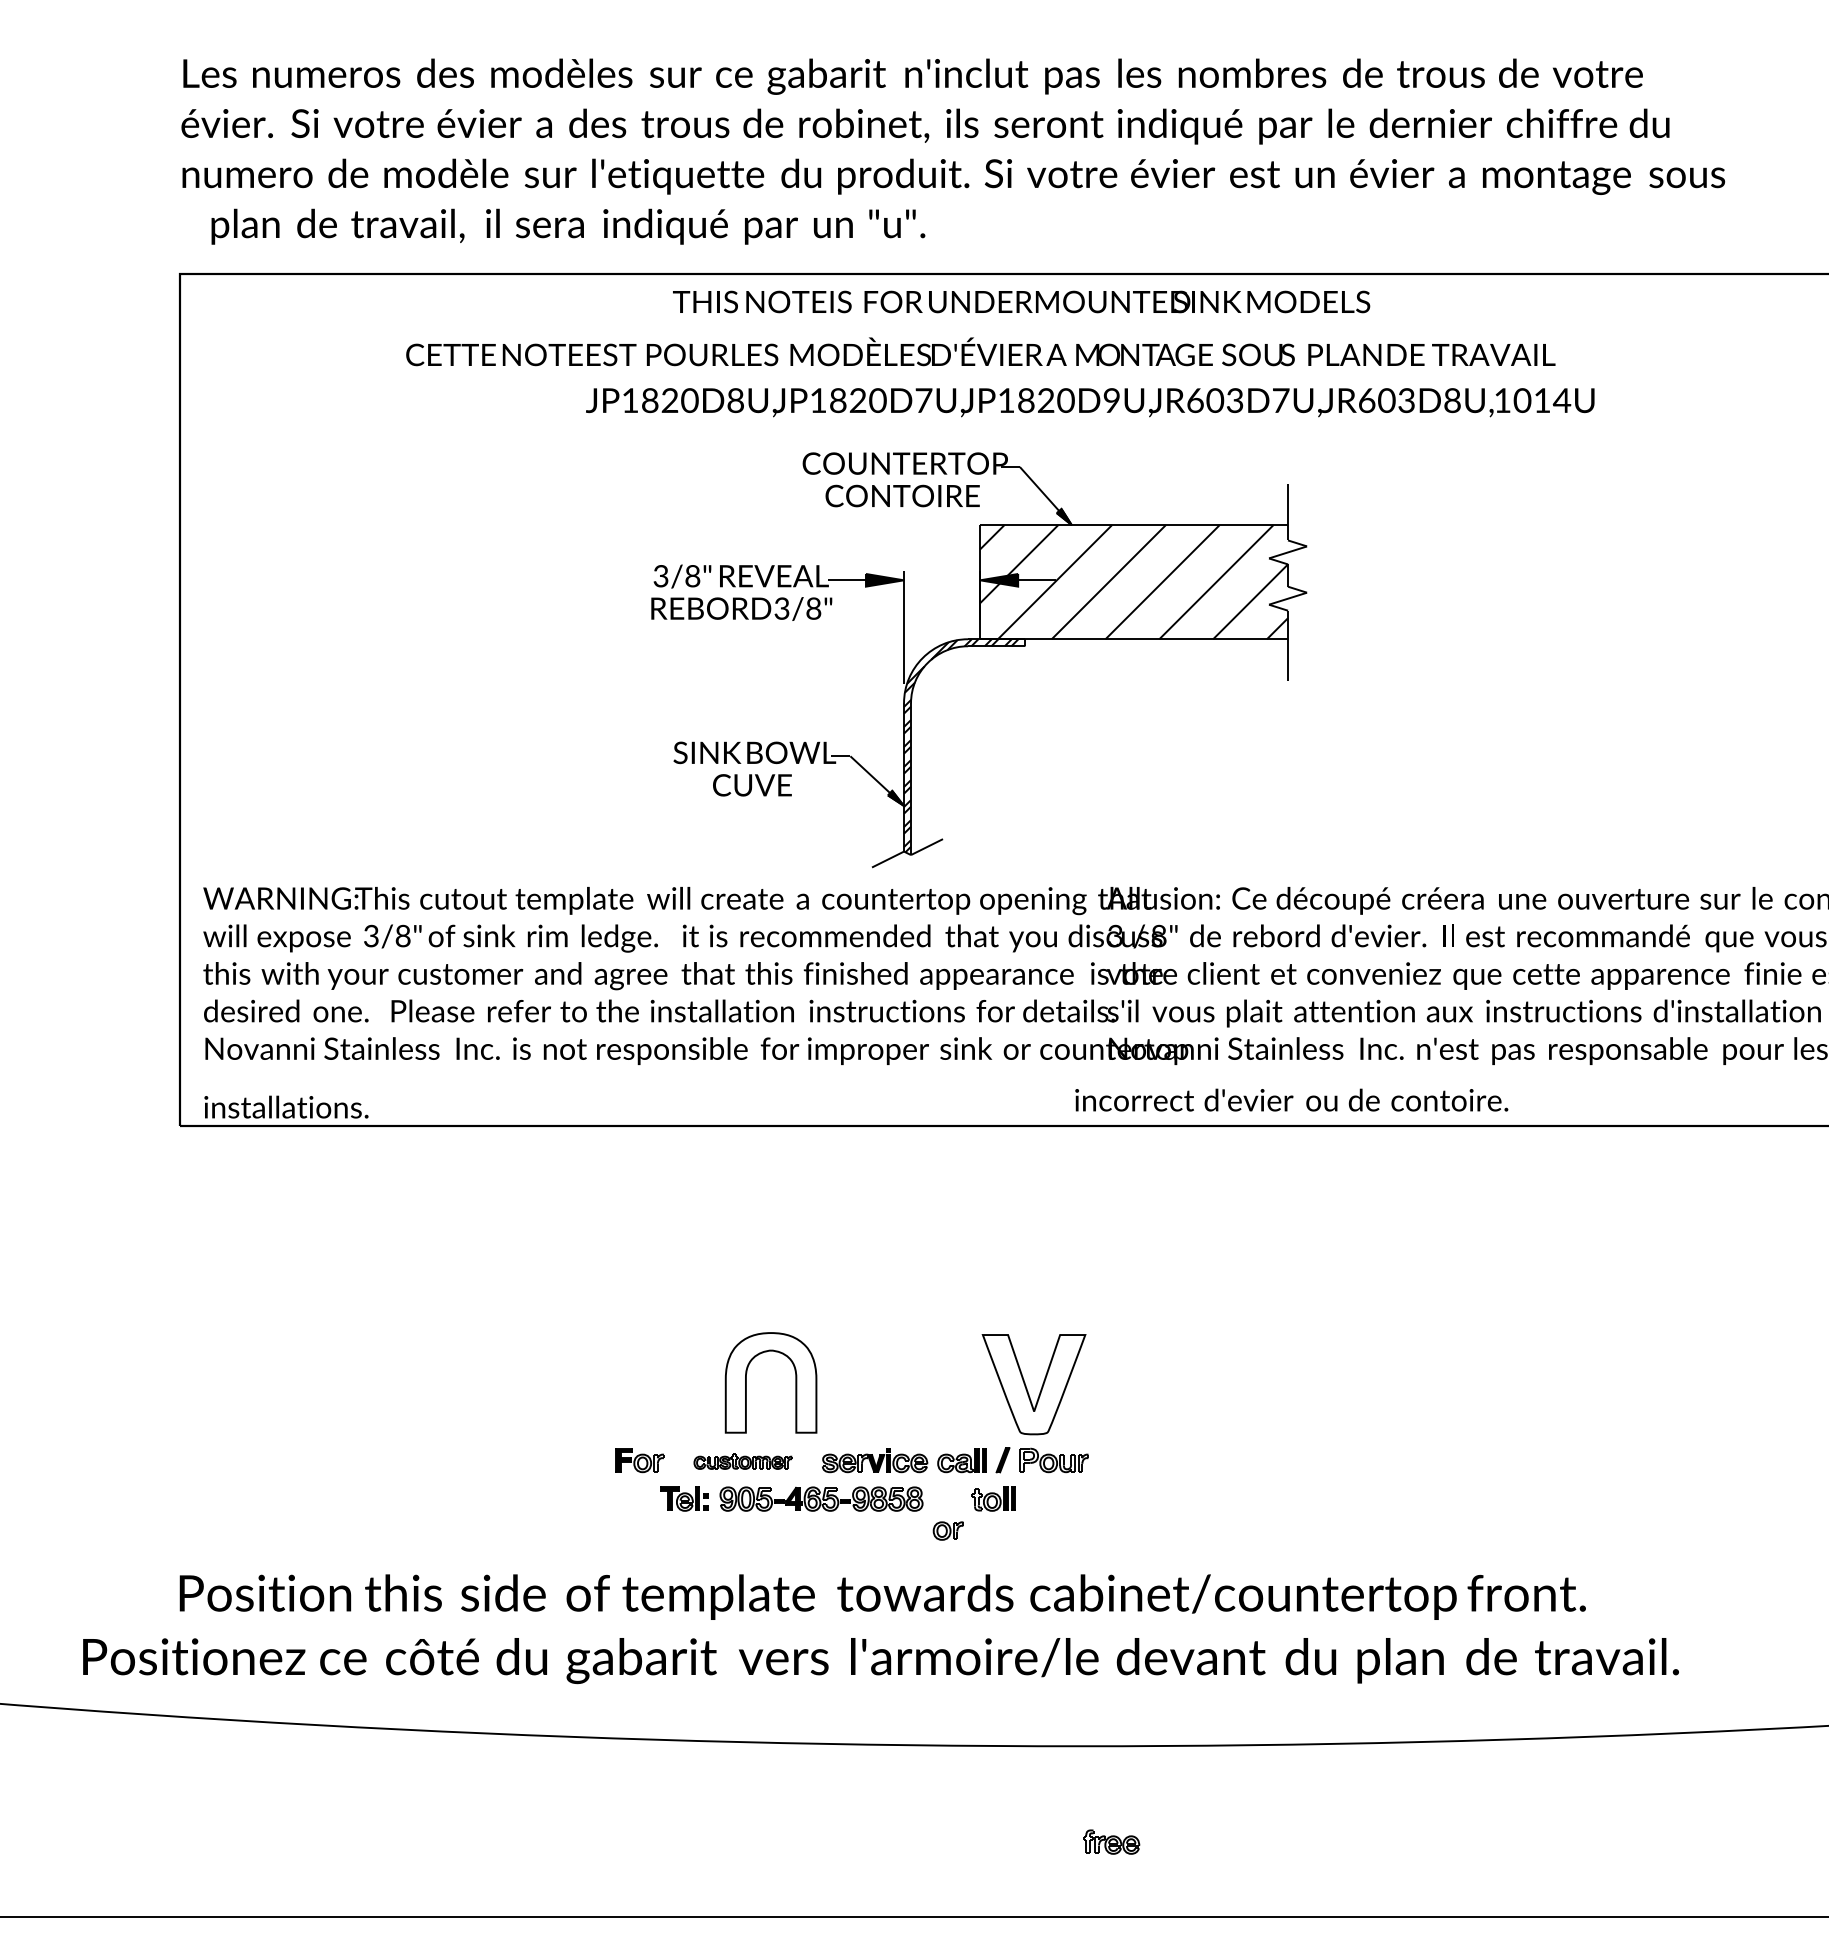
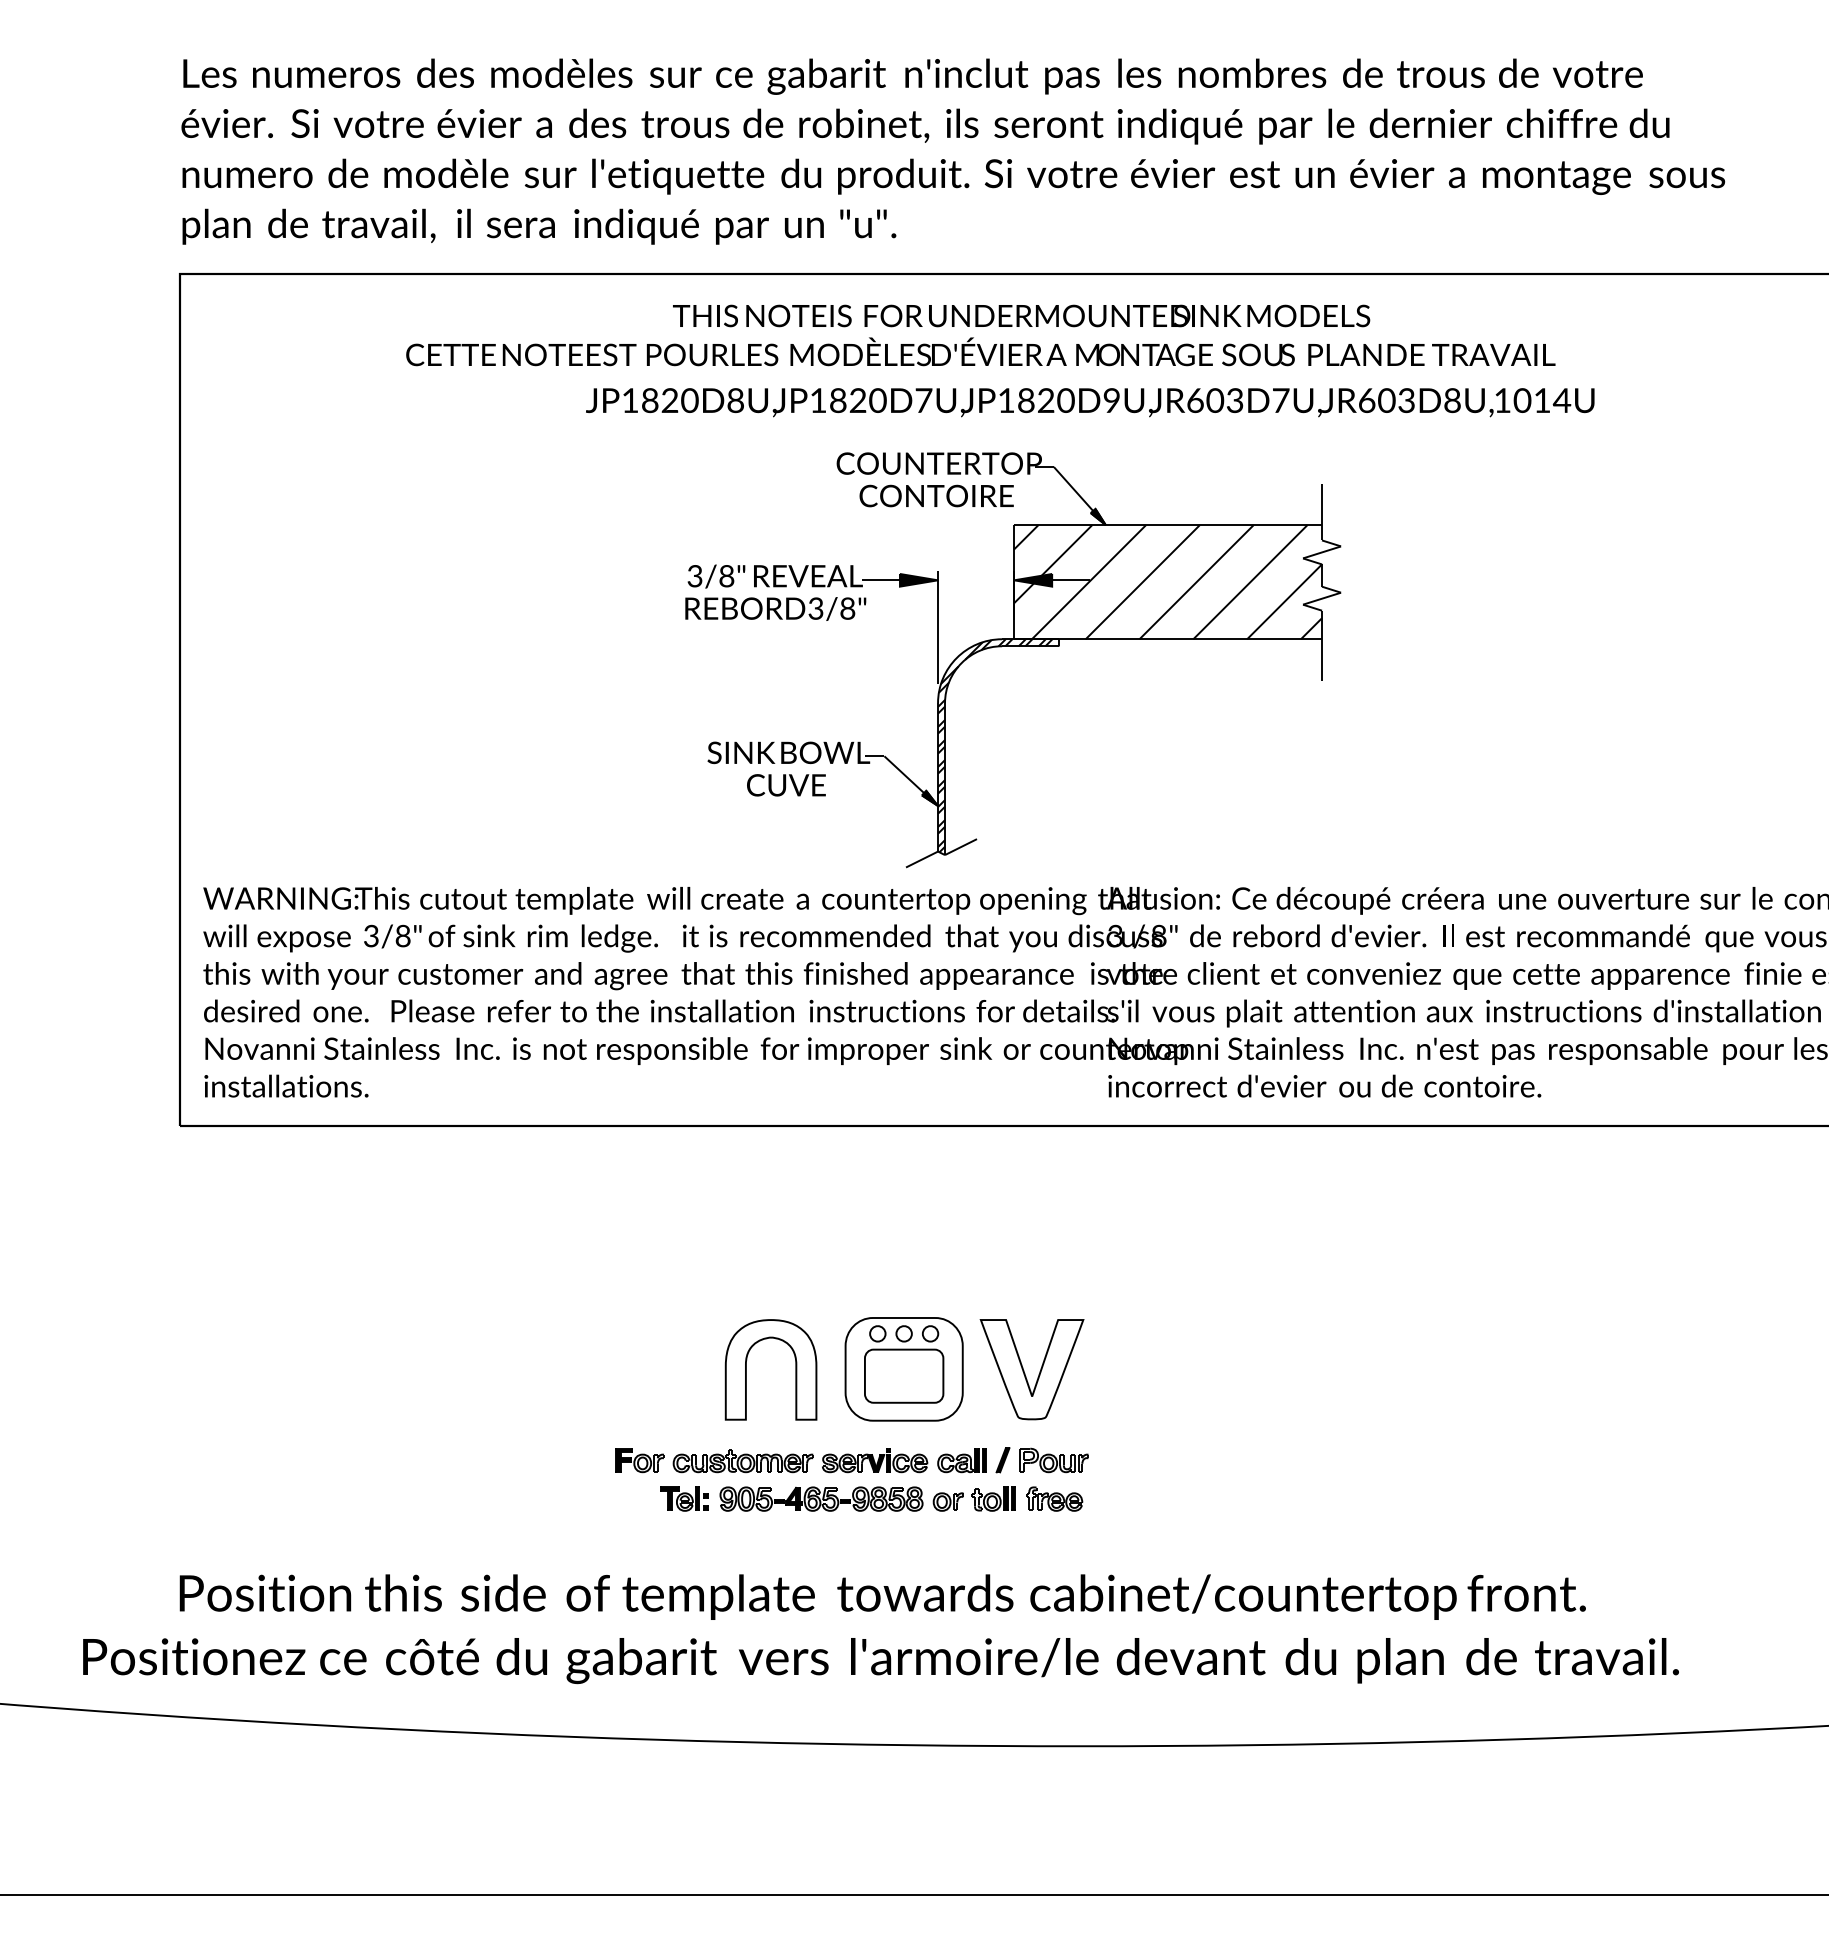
text at (568, 226) position: (568, 226) -> (539, 226)
text at (1021, 301) position: (1021, 301) -> (1021, 315)
part at (979, 646) position: (979, 646) -> (1013, 646)
text at (1291, 1099) position: (1291, 1099) -> (1324, 1085)
text at (286, 1106) position: (286, 1106) -> (286, 1085)
part at (903, 1369): none -> present
part at (746, 1382) position: (746, 1382) -> (746, 1369)
part at (1026, 1385) position: (1026, 1385) -> (1024, 1370)
part at (742, 1461) size: 100x17 px -> 142x25 px
part at (947, 1530) position: (947, 1530) -> (947, 1501)
part at (1111, 1841) position: (1111, 1841) -> (1054, 1498)
line at (913, 1917) position: (913, 1917) -> (913, 1895)
